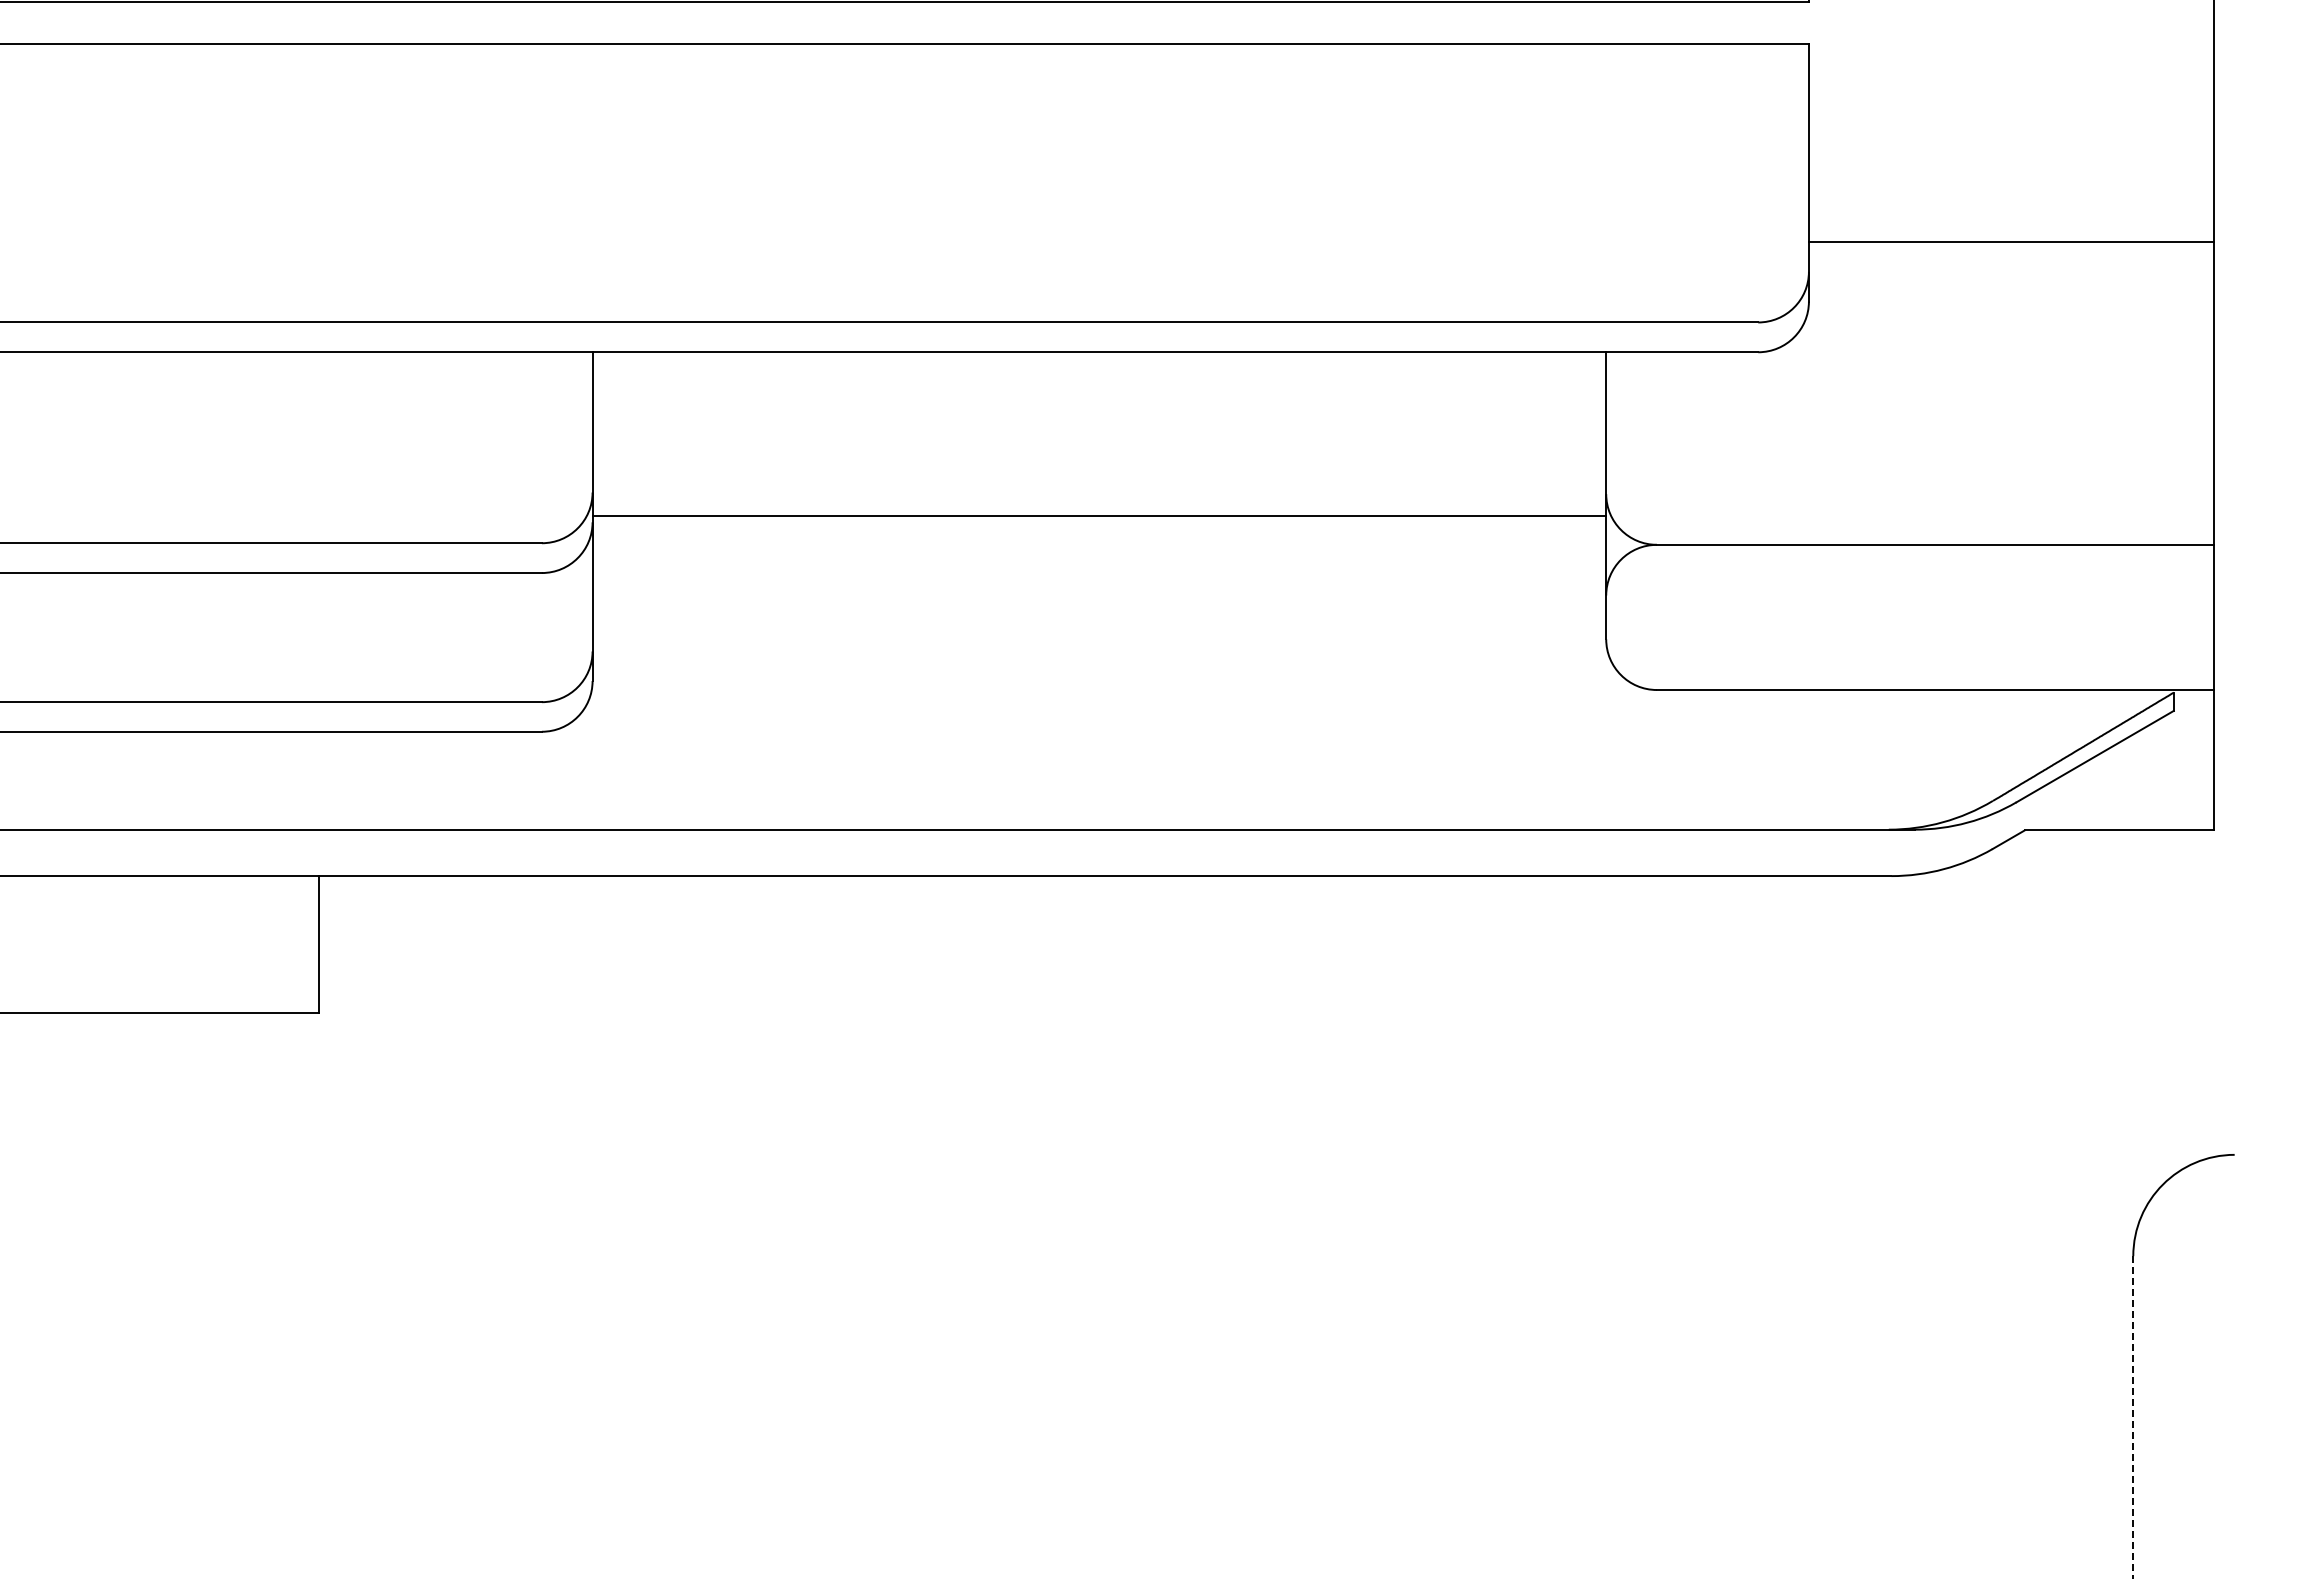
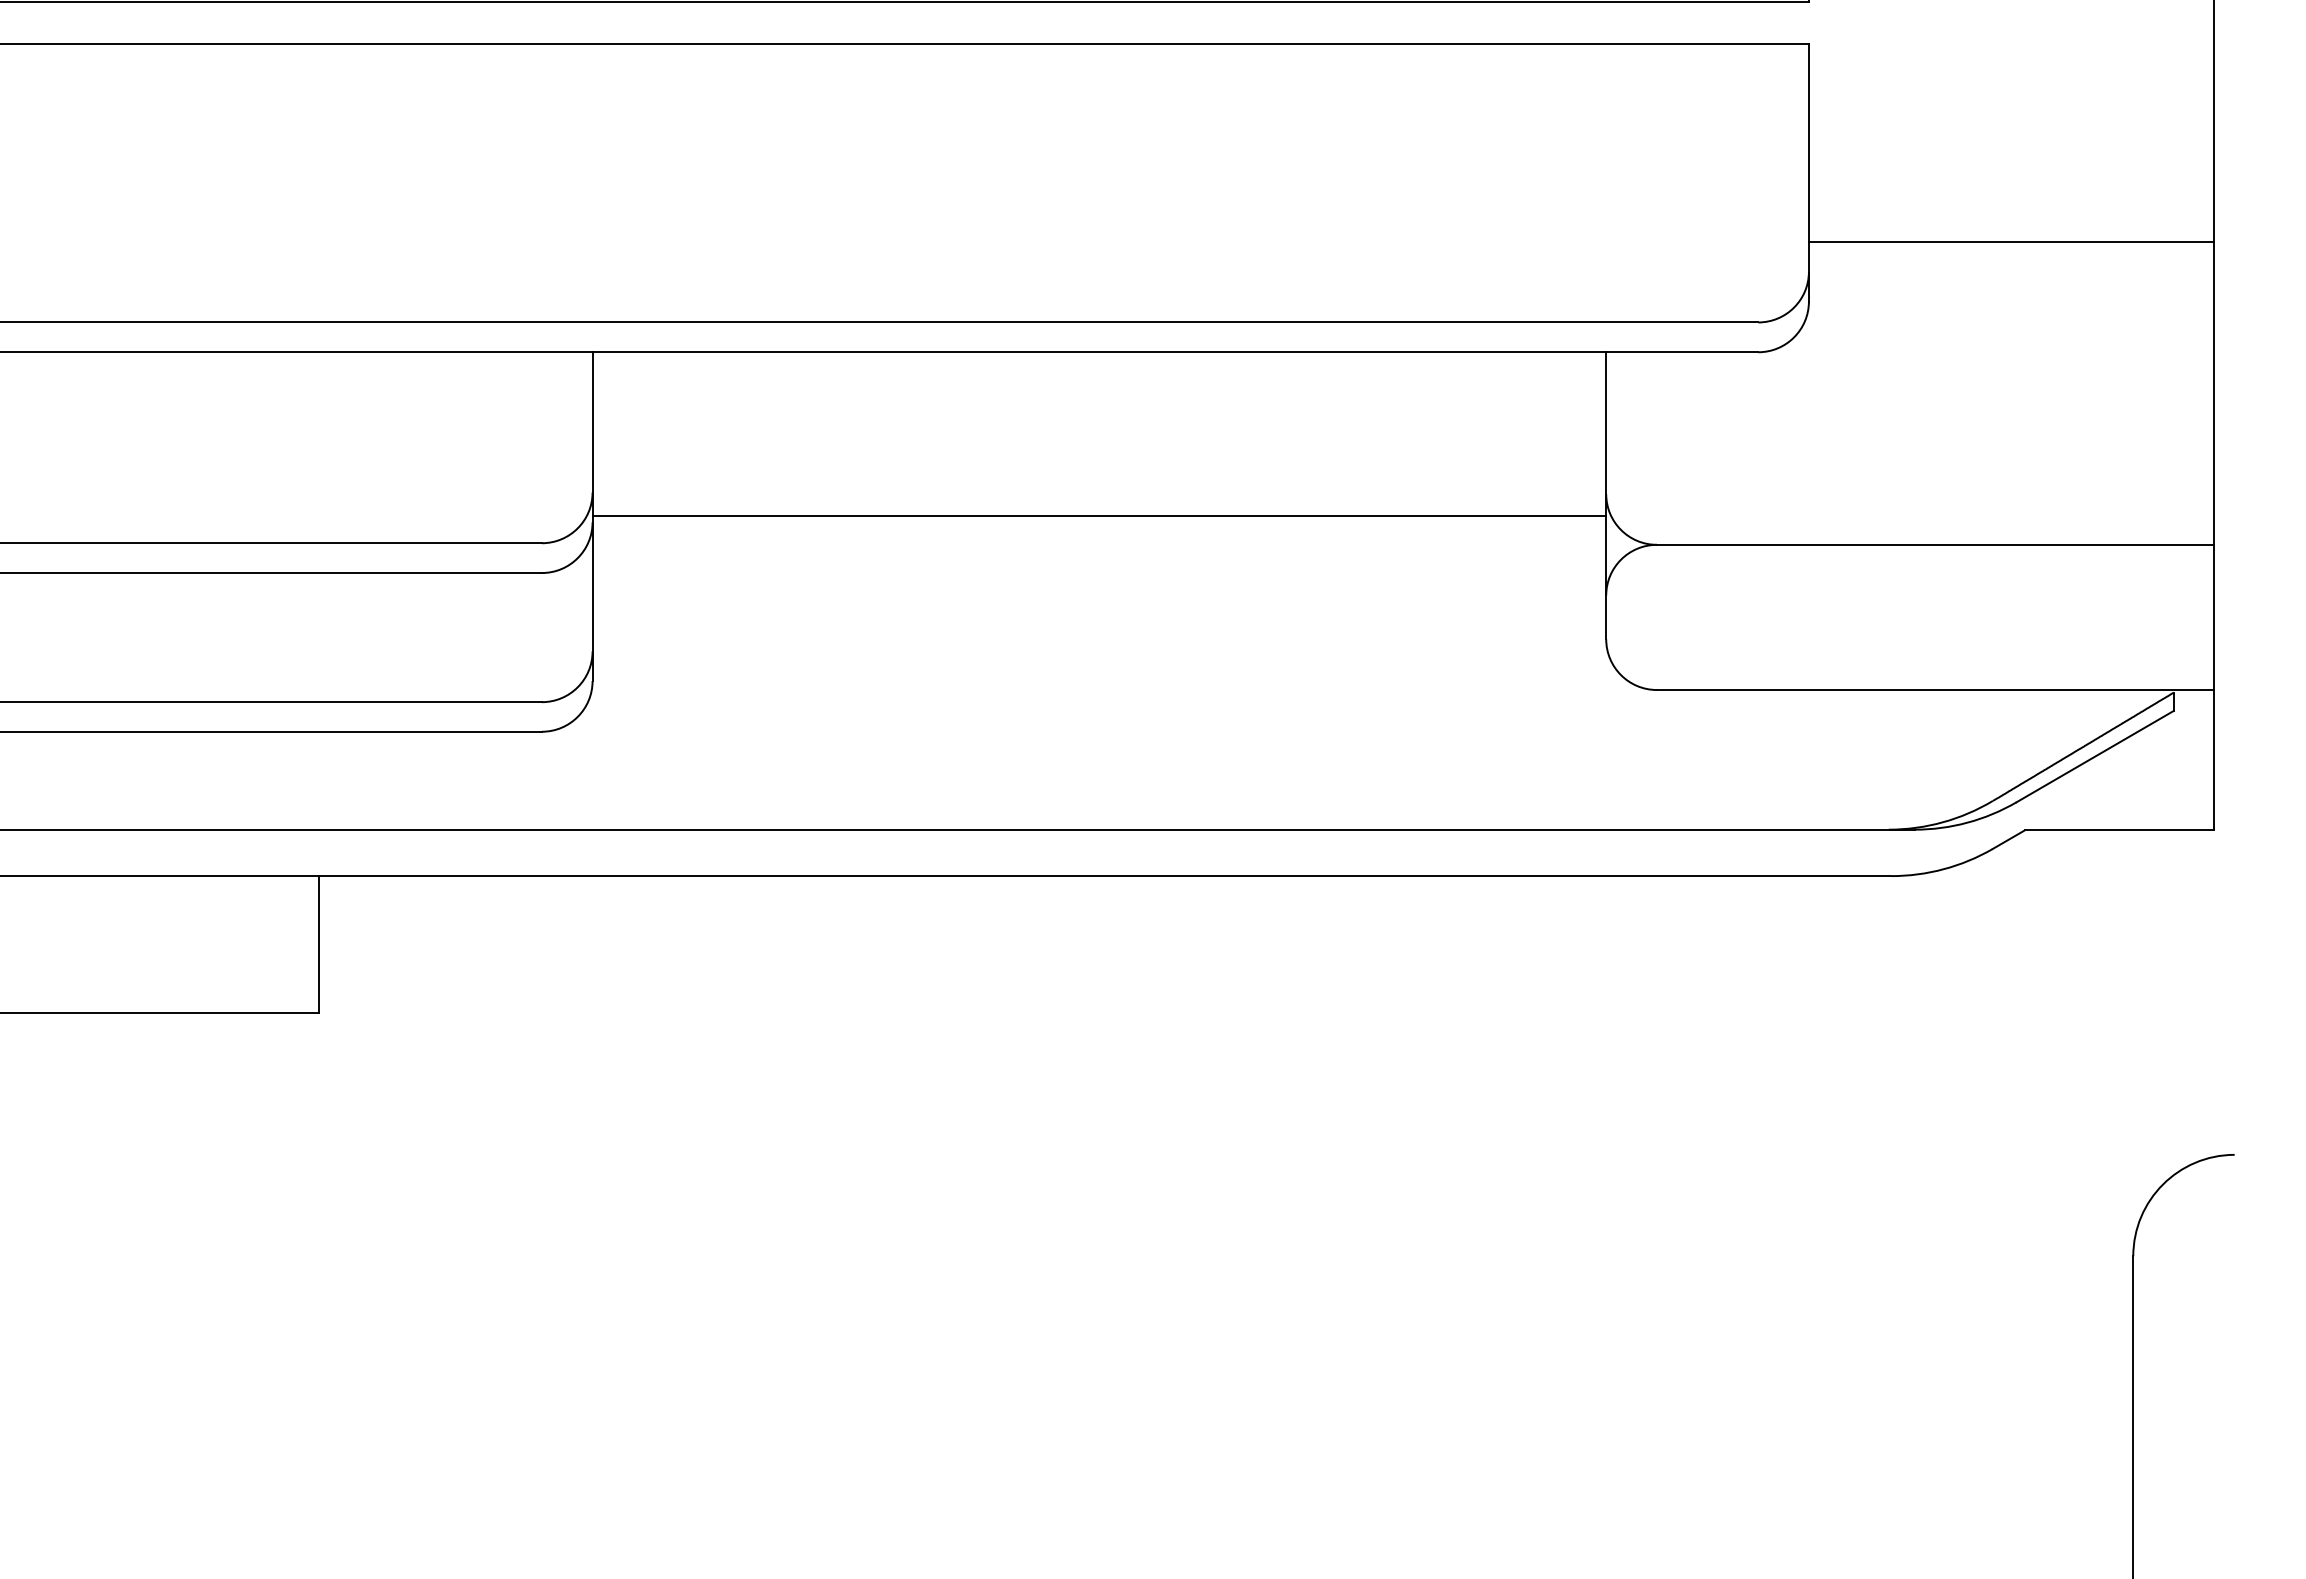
line at (2133, 1417): dashed -> solid
